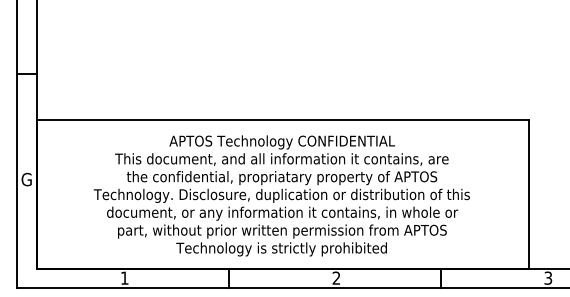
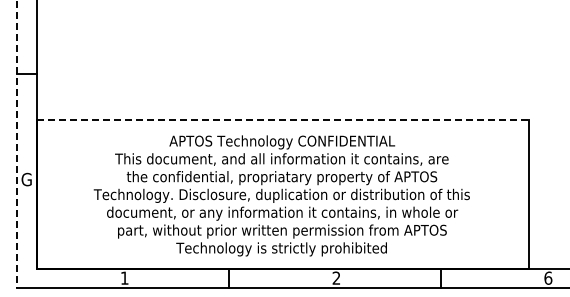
line at (283, 120): solid -> dashed
line at (17, 144): solid -> dashed
text at (548, 277): 3 -> 6
